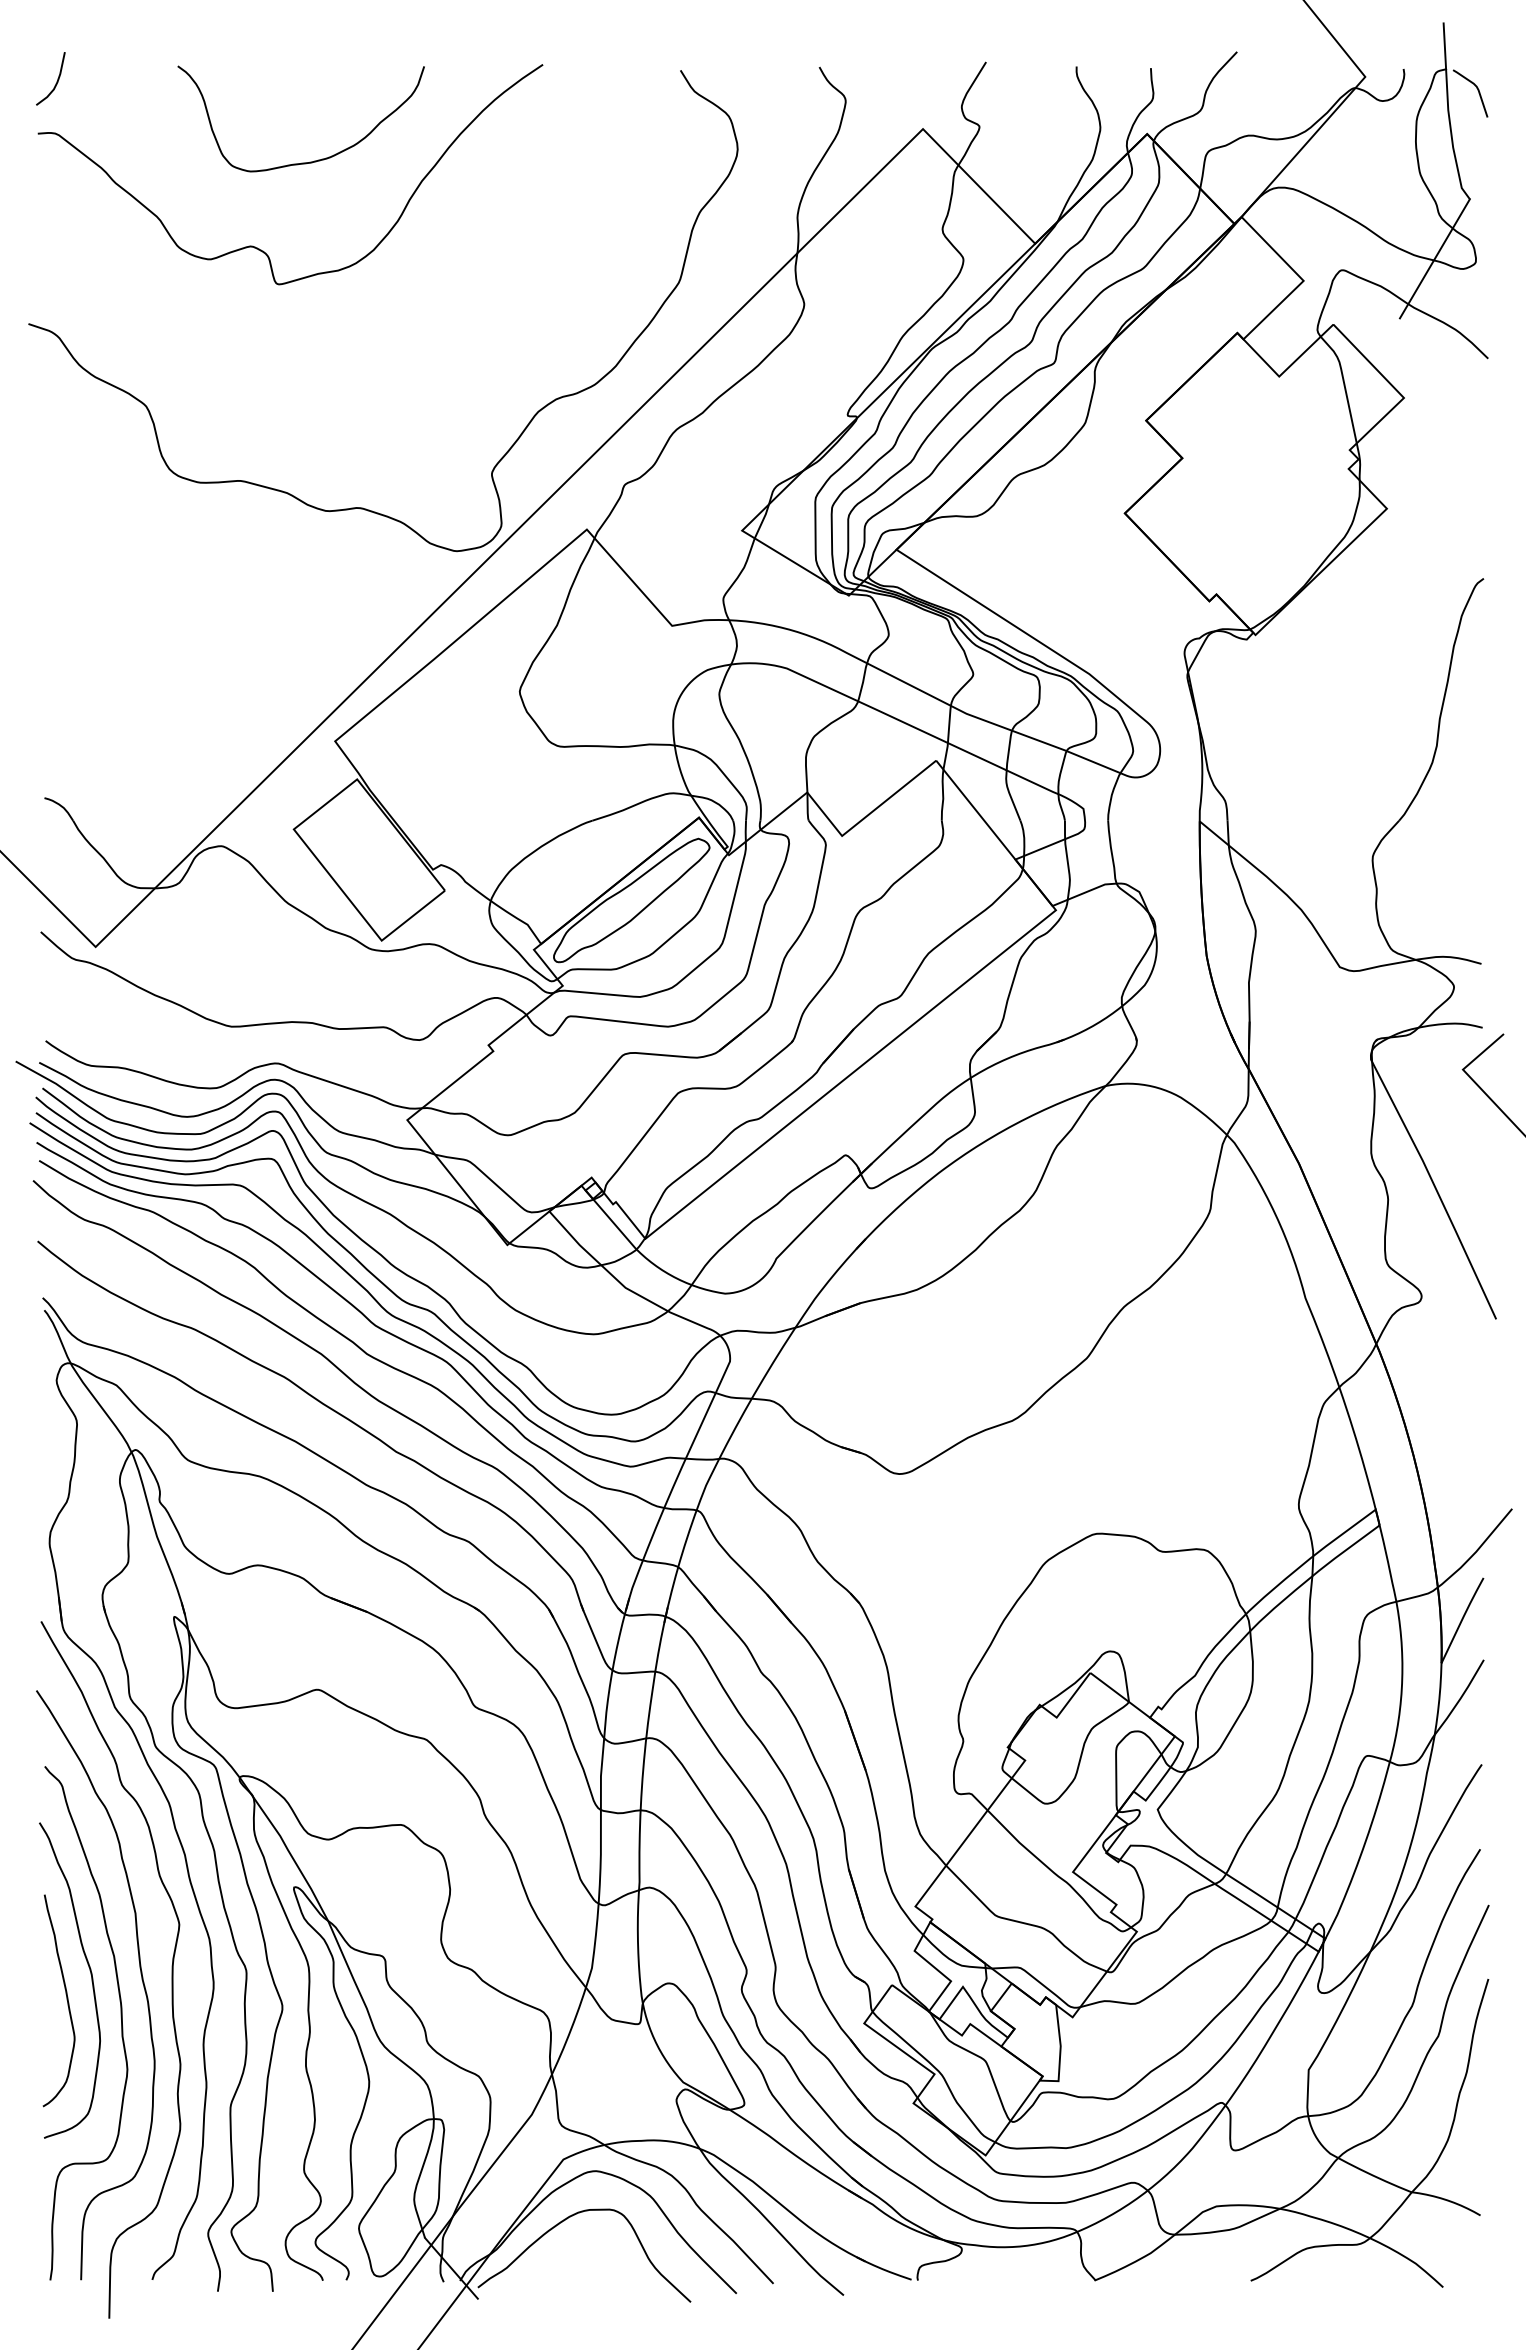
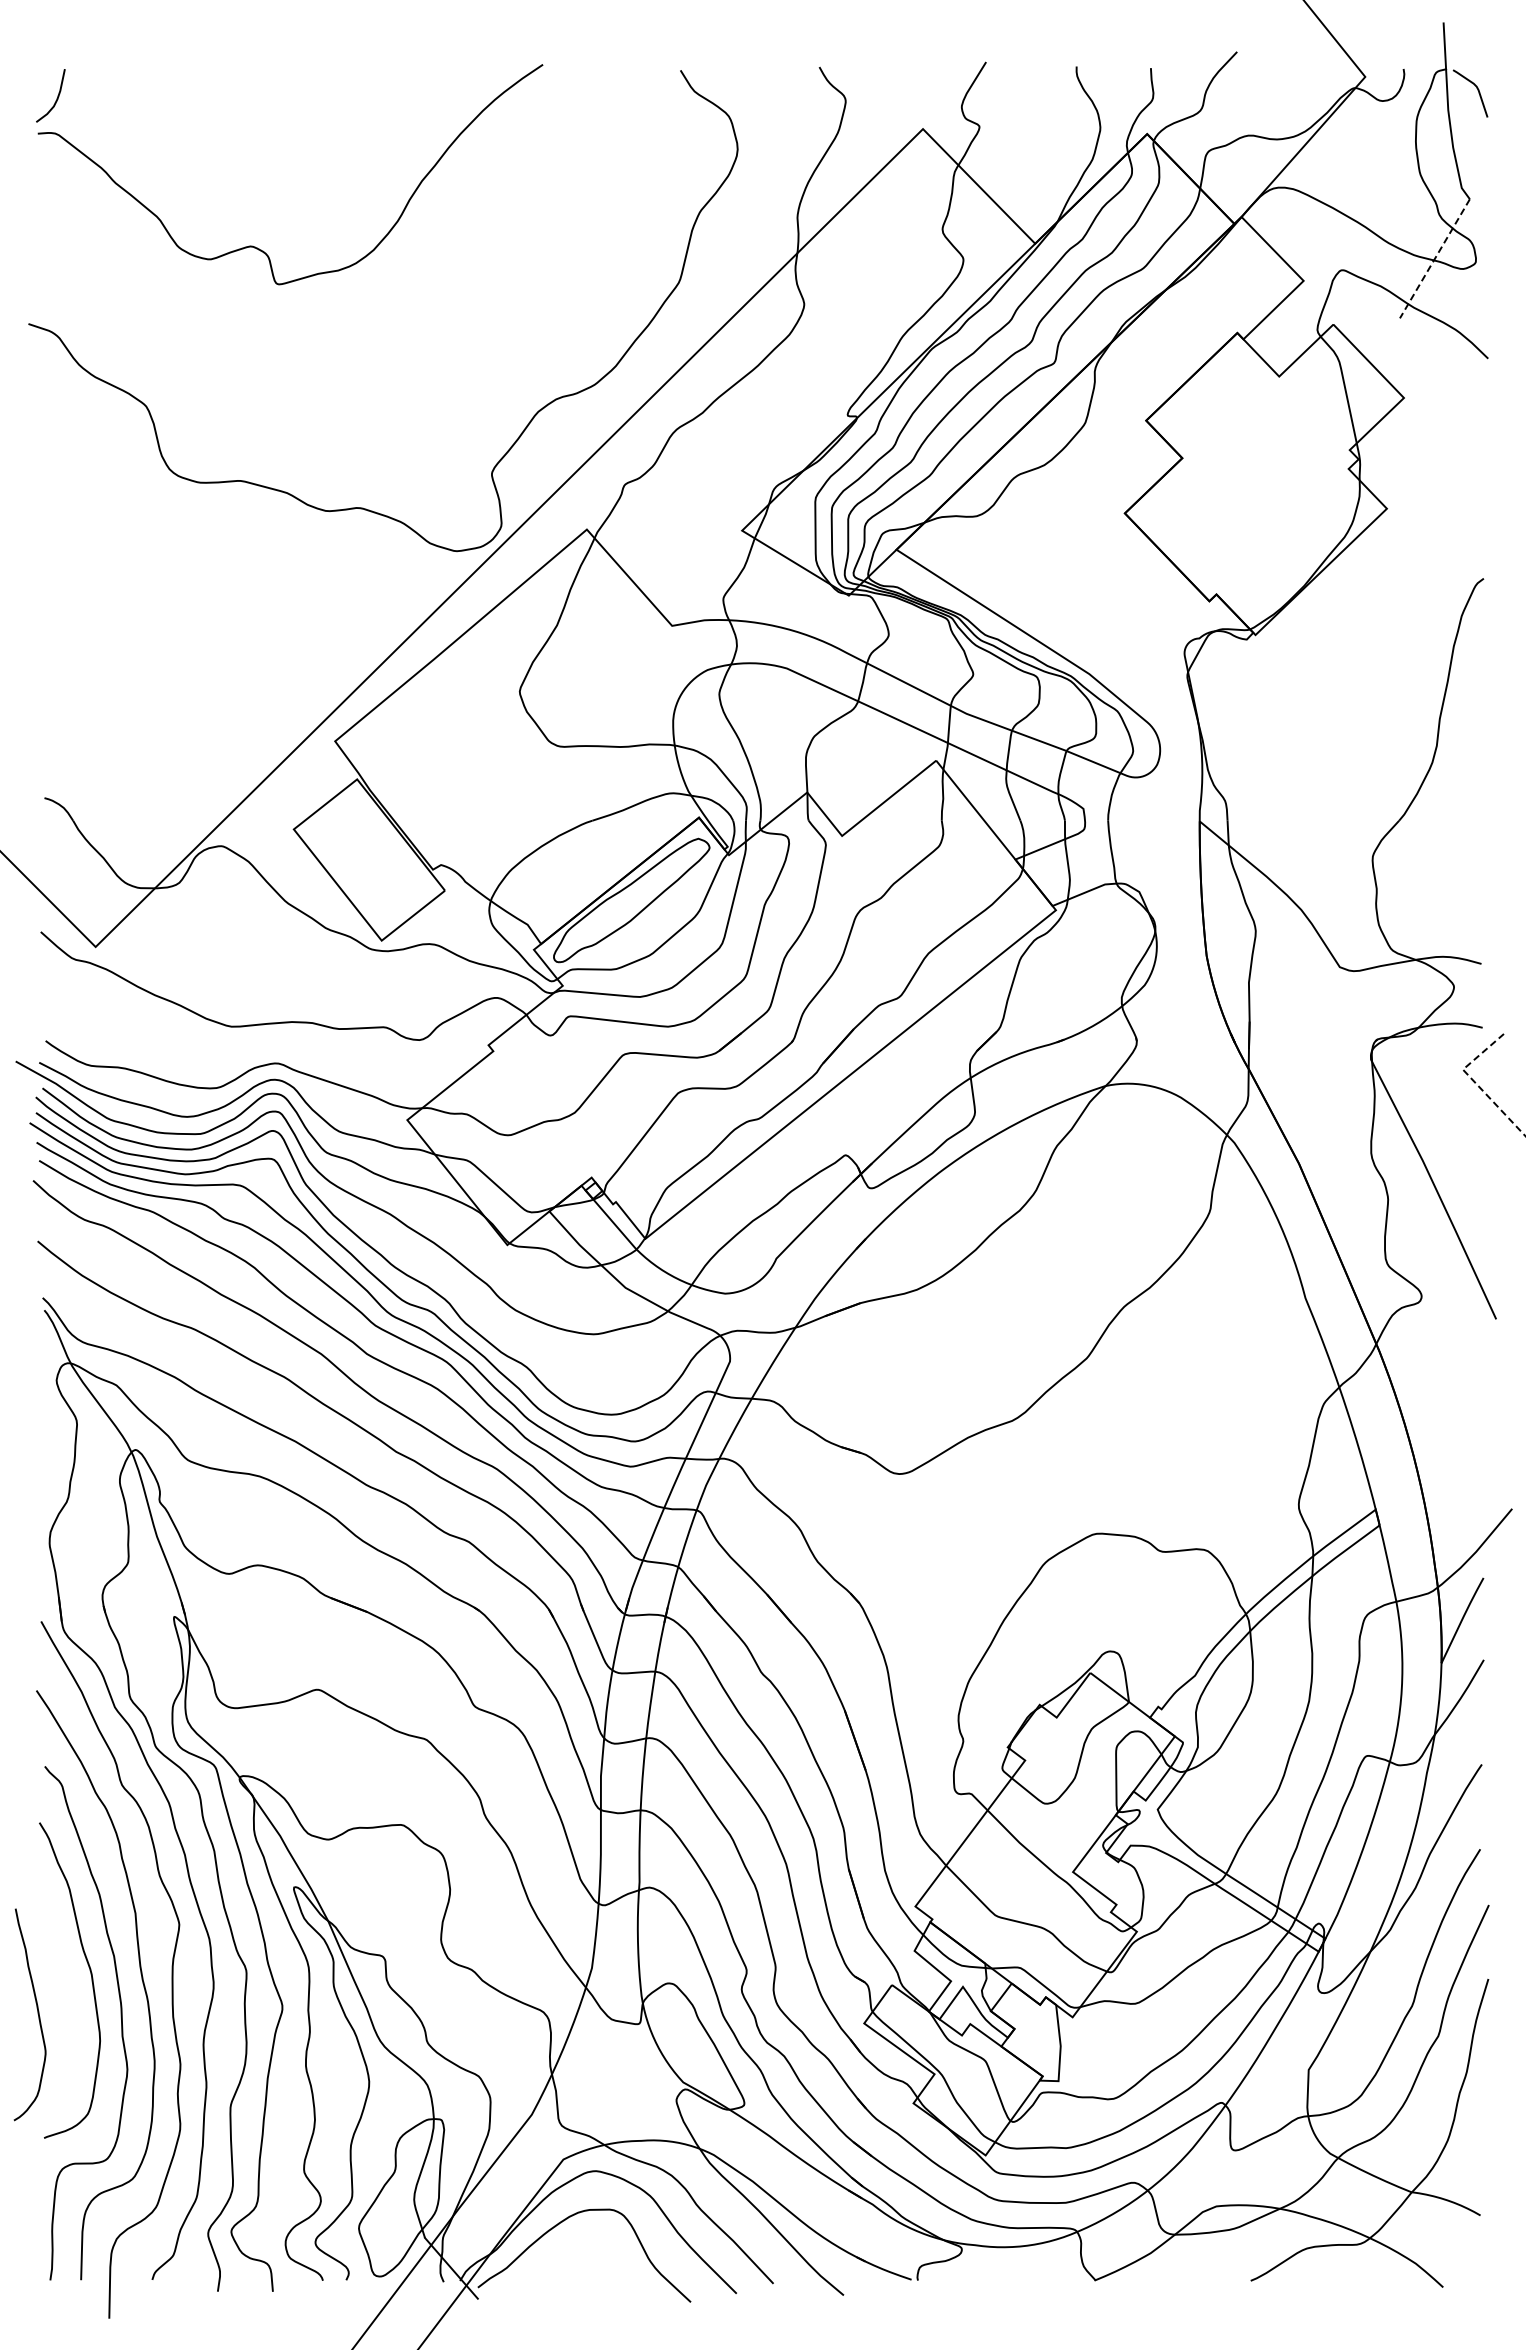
curve at (56, 81) position: (56, 81) -> (56, 98)
curve at (309, 161): present -> none
line at (1434, 259): solid -> dashed
line at (1475, 1082): solid -> dashed
curve at (66, 2000) position: (66, 2000) -> (37, 2014)
